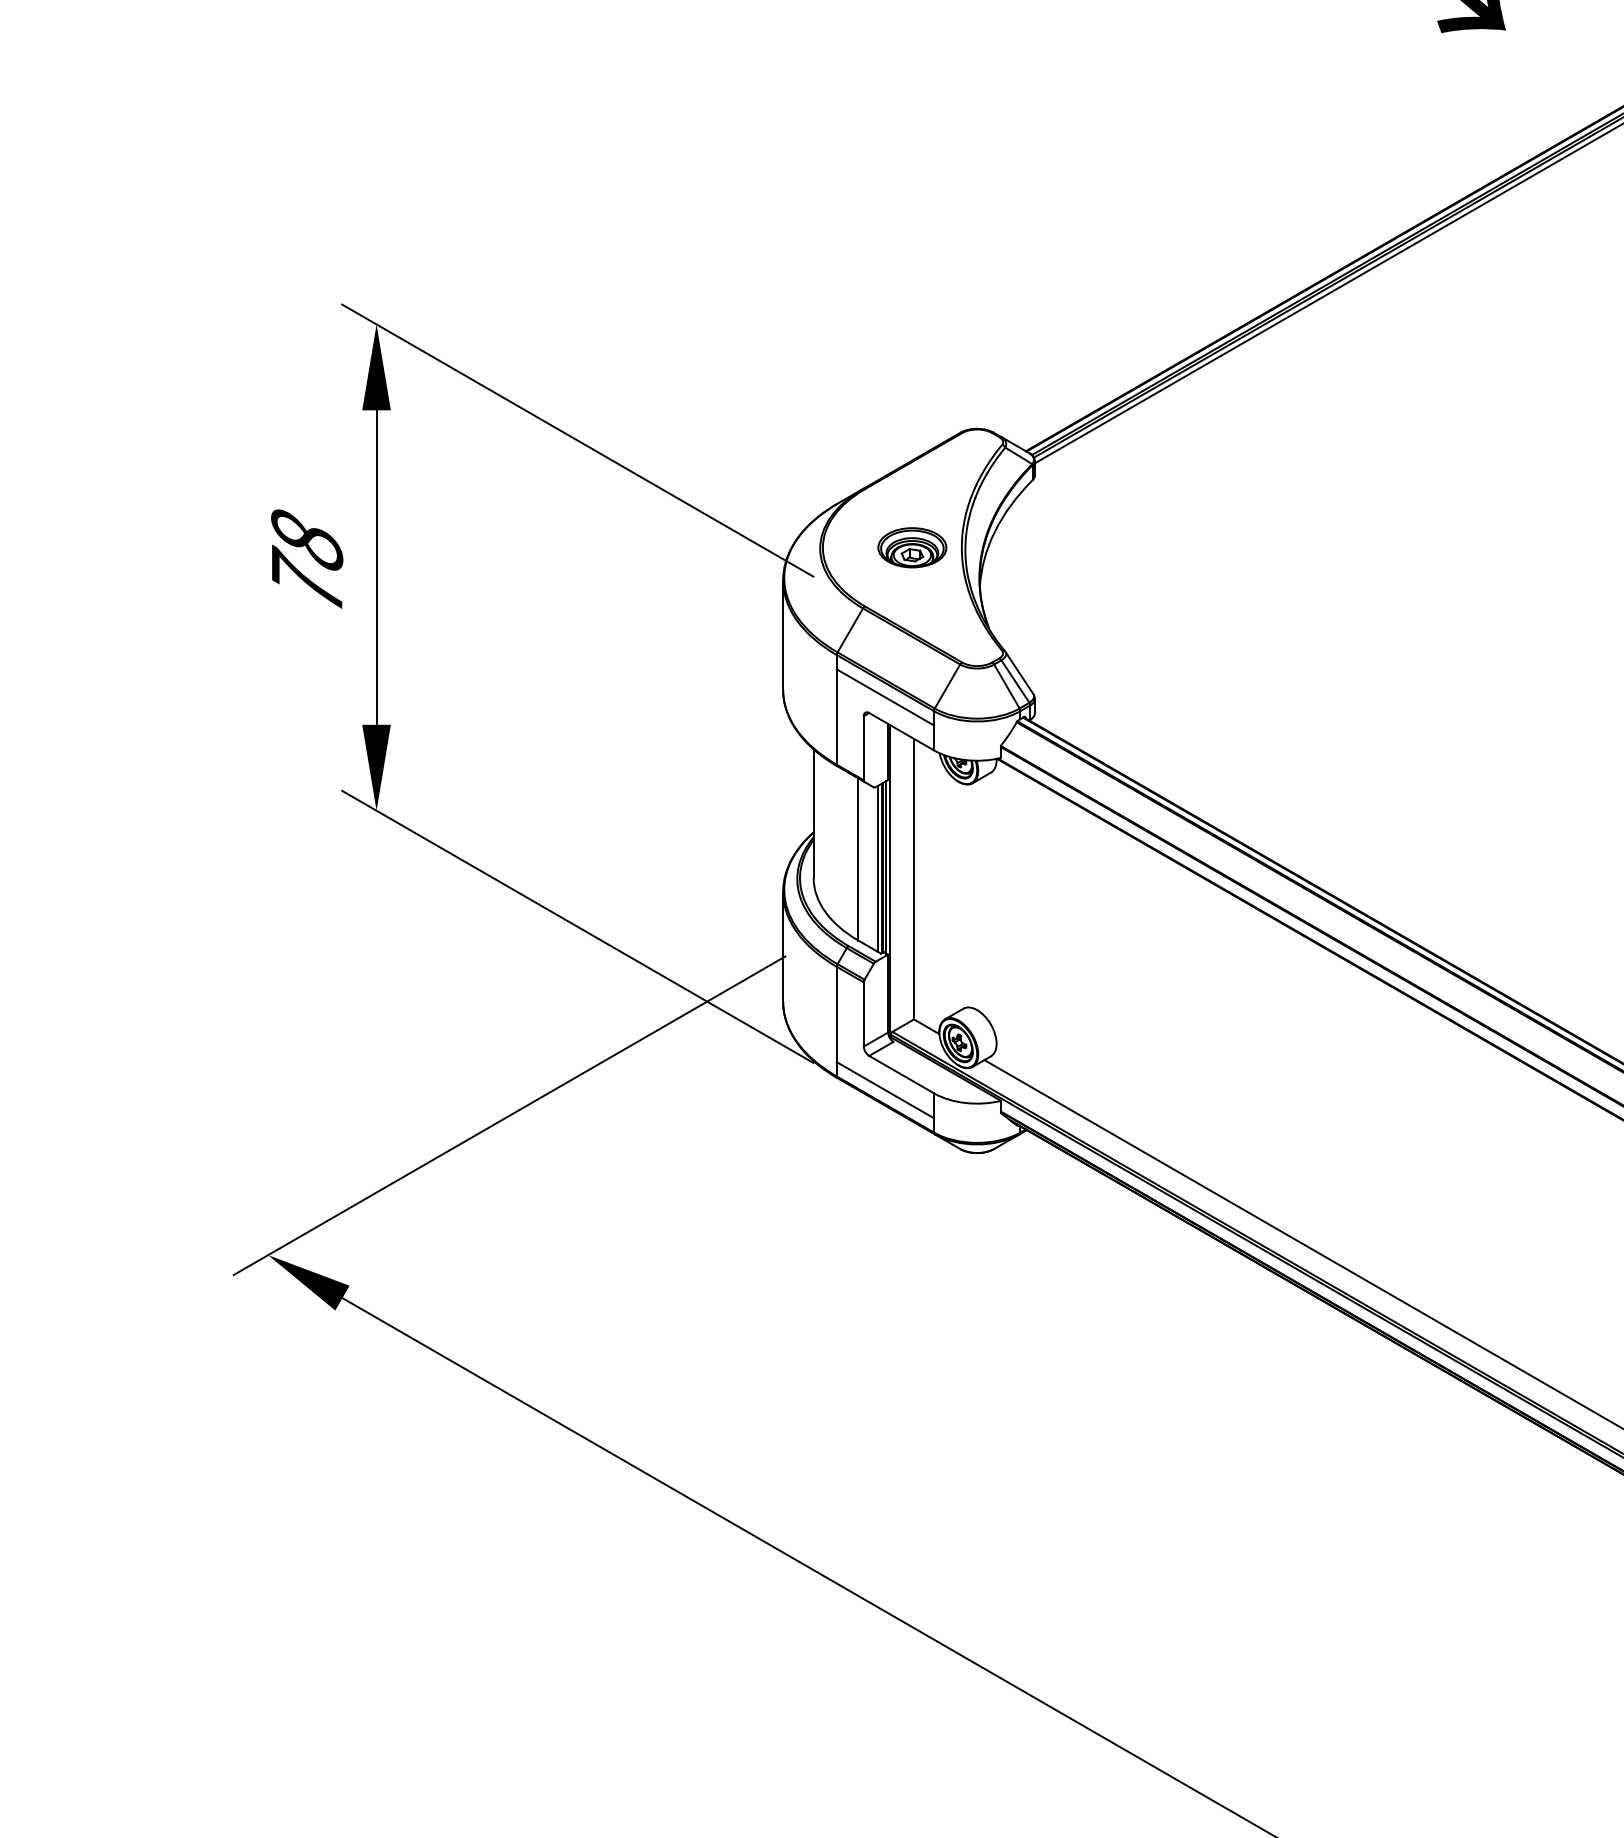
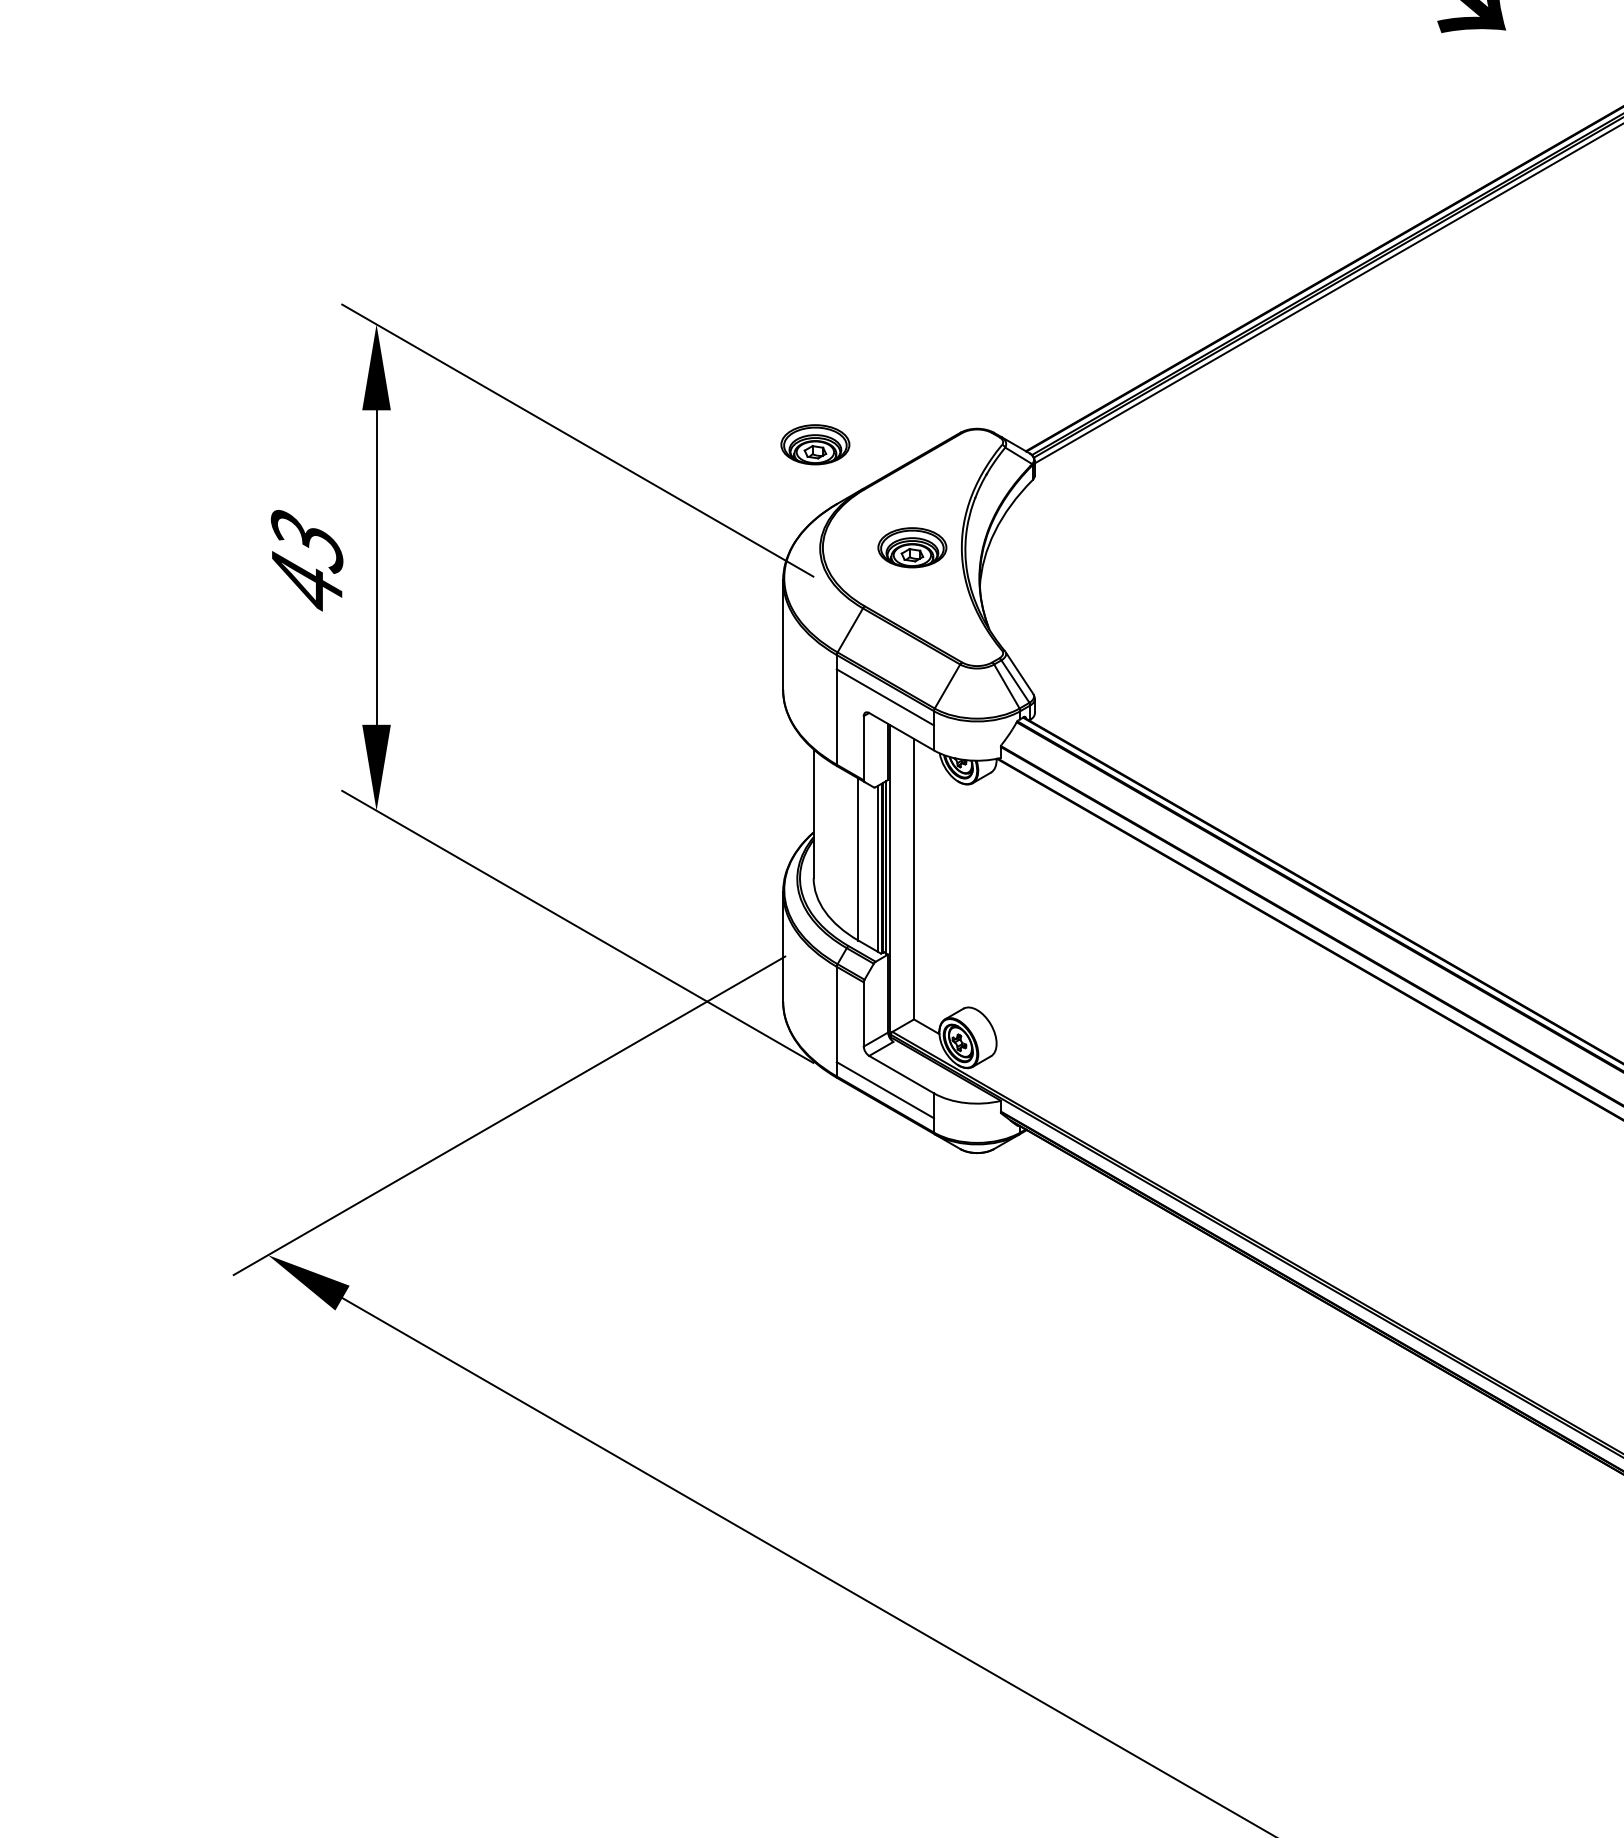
part at (815, 444): none -> present
text at (306, 560): 78 -> 43
line at (1302, 1243): present -> none
